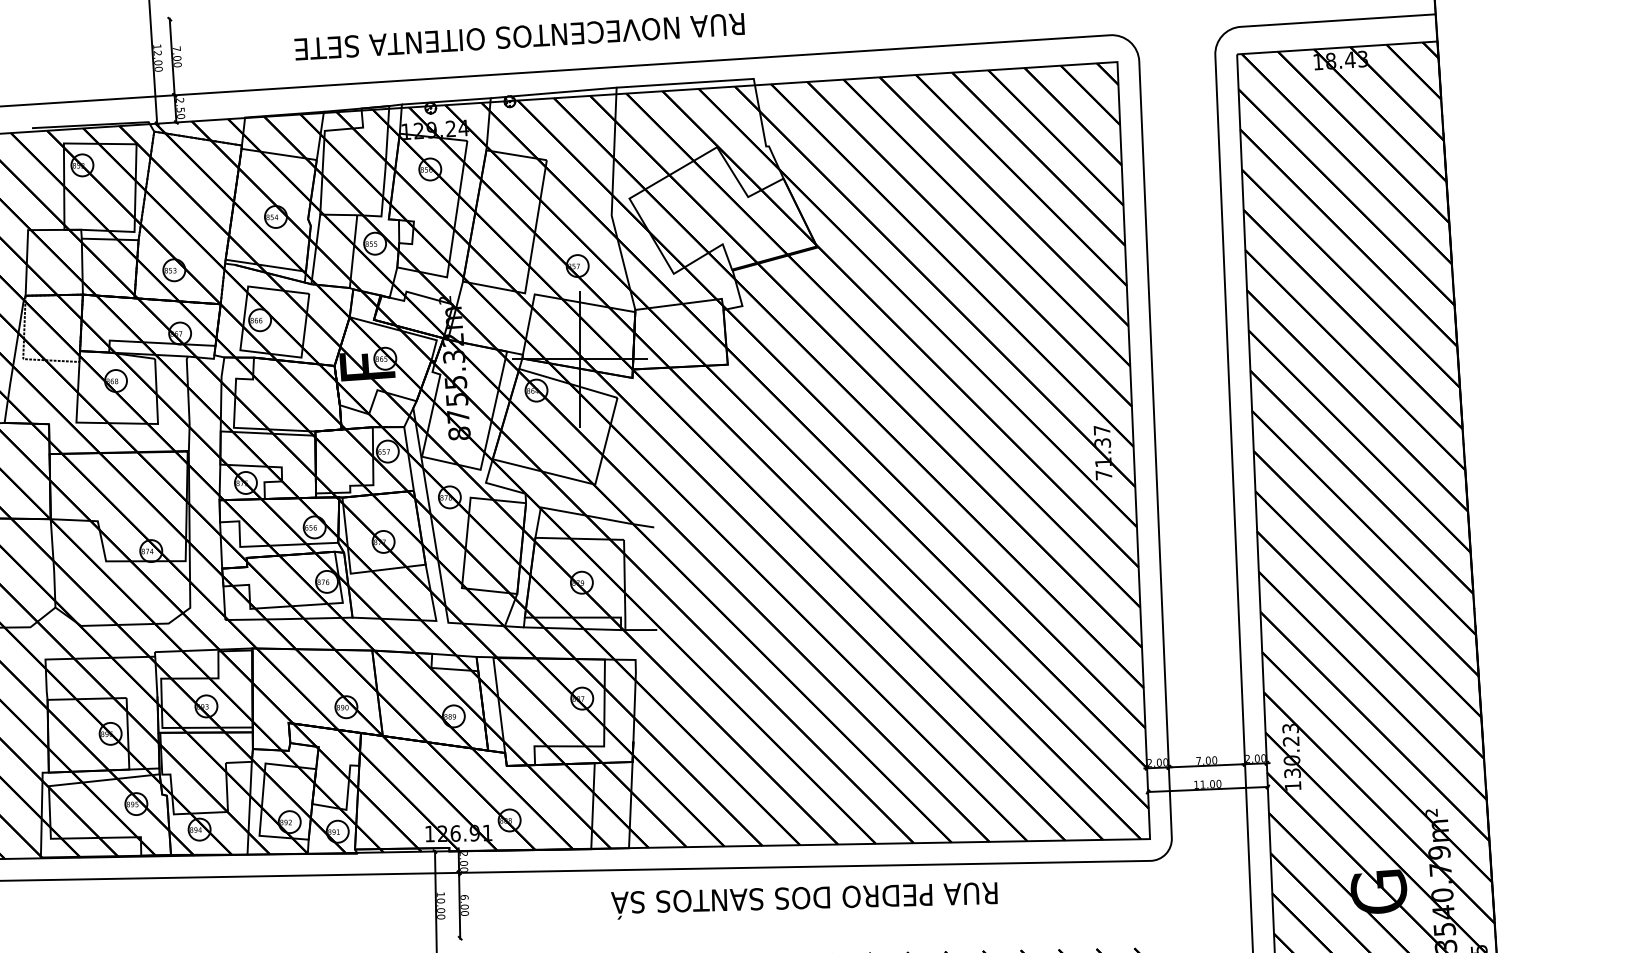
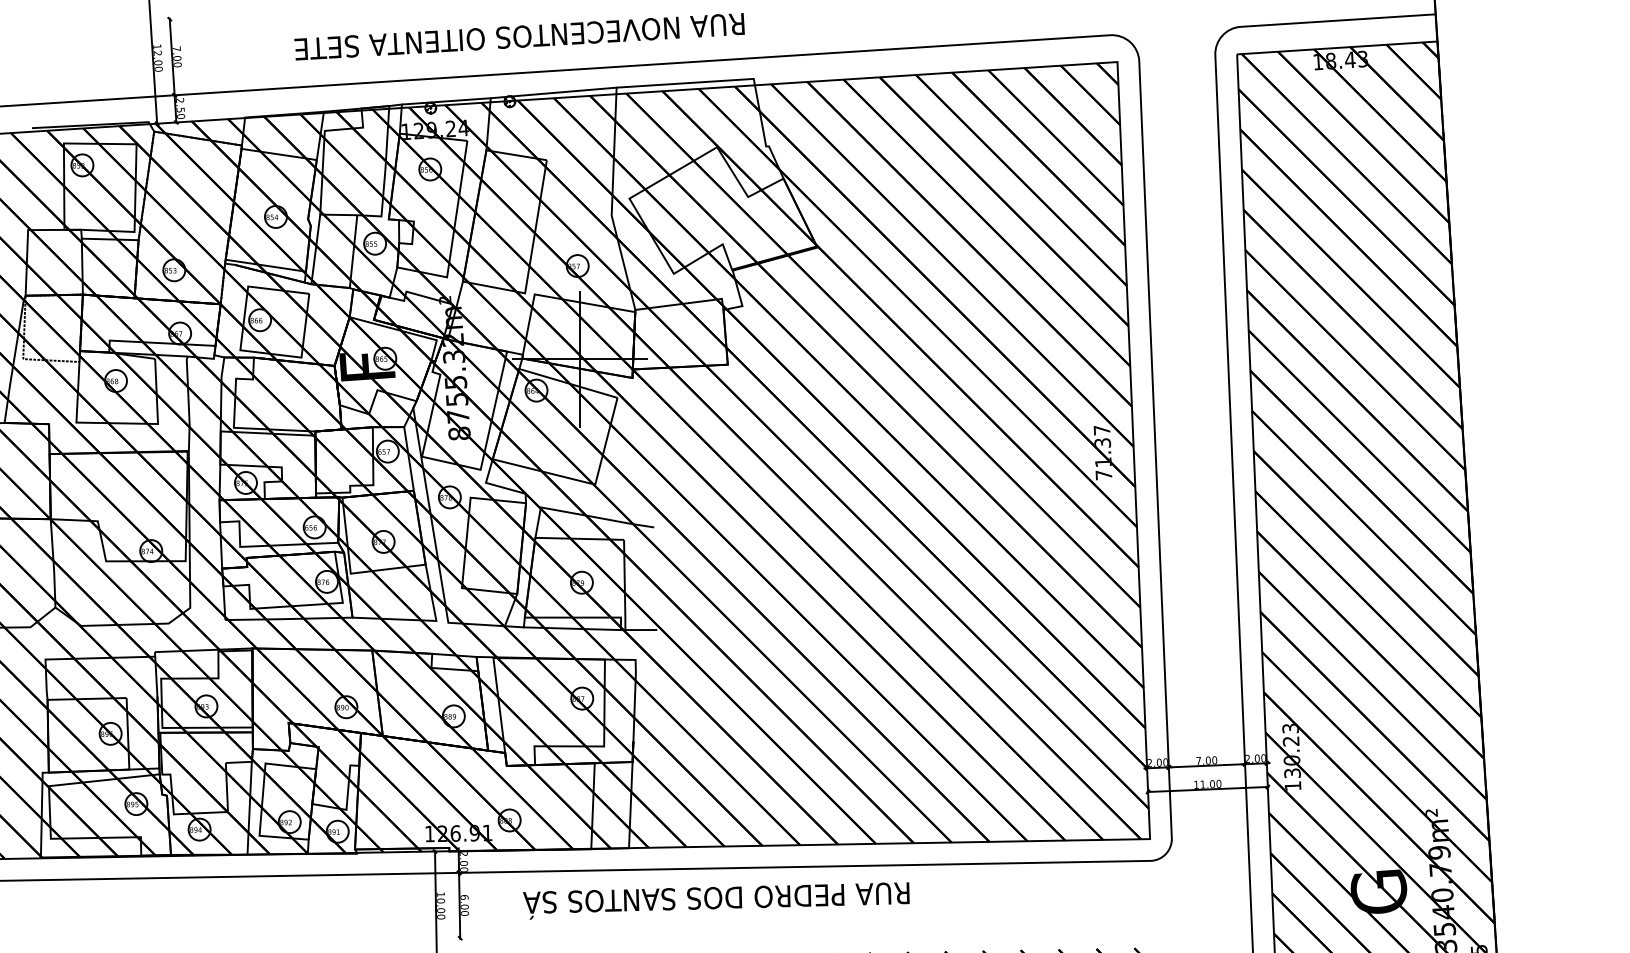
text at (804, 900) position: (804, 900) -> (716, 900)
